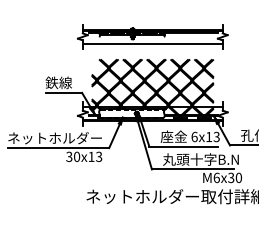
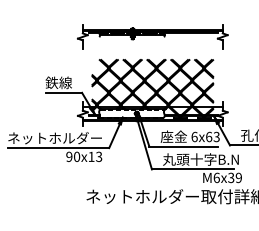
line at (152, 44): present -> none
text at (209, 136): 6x13 -> 6x63
text at (69, 156): 30x13 -> 90x13
text at (238, 177): M6x30 -> M6x39
